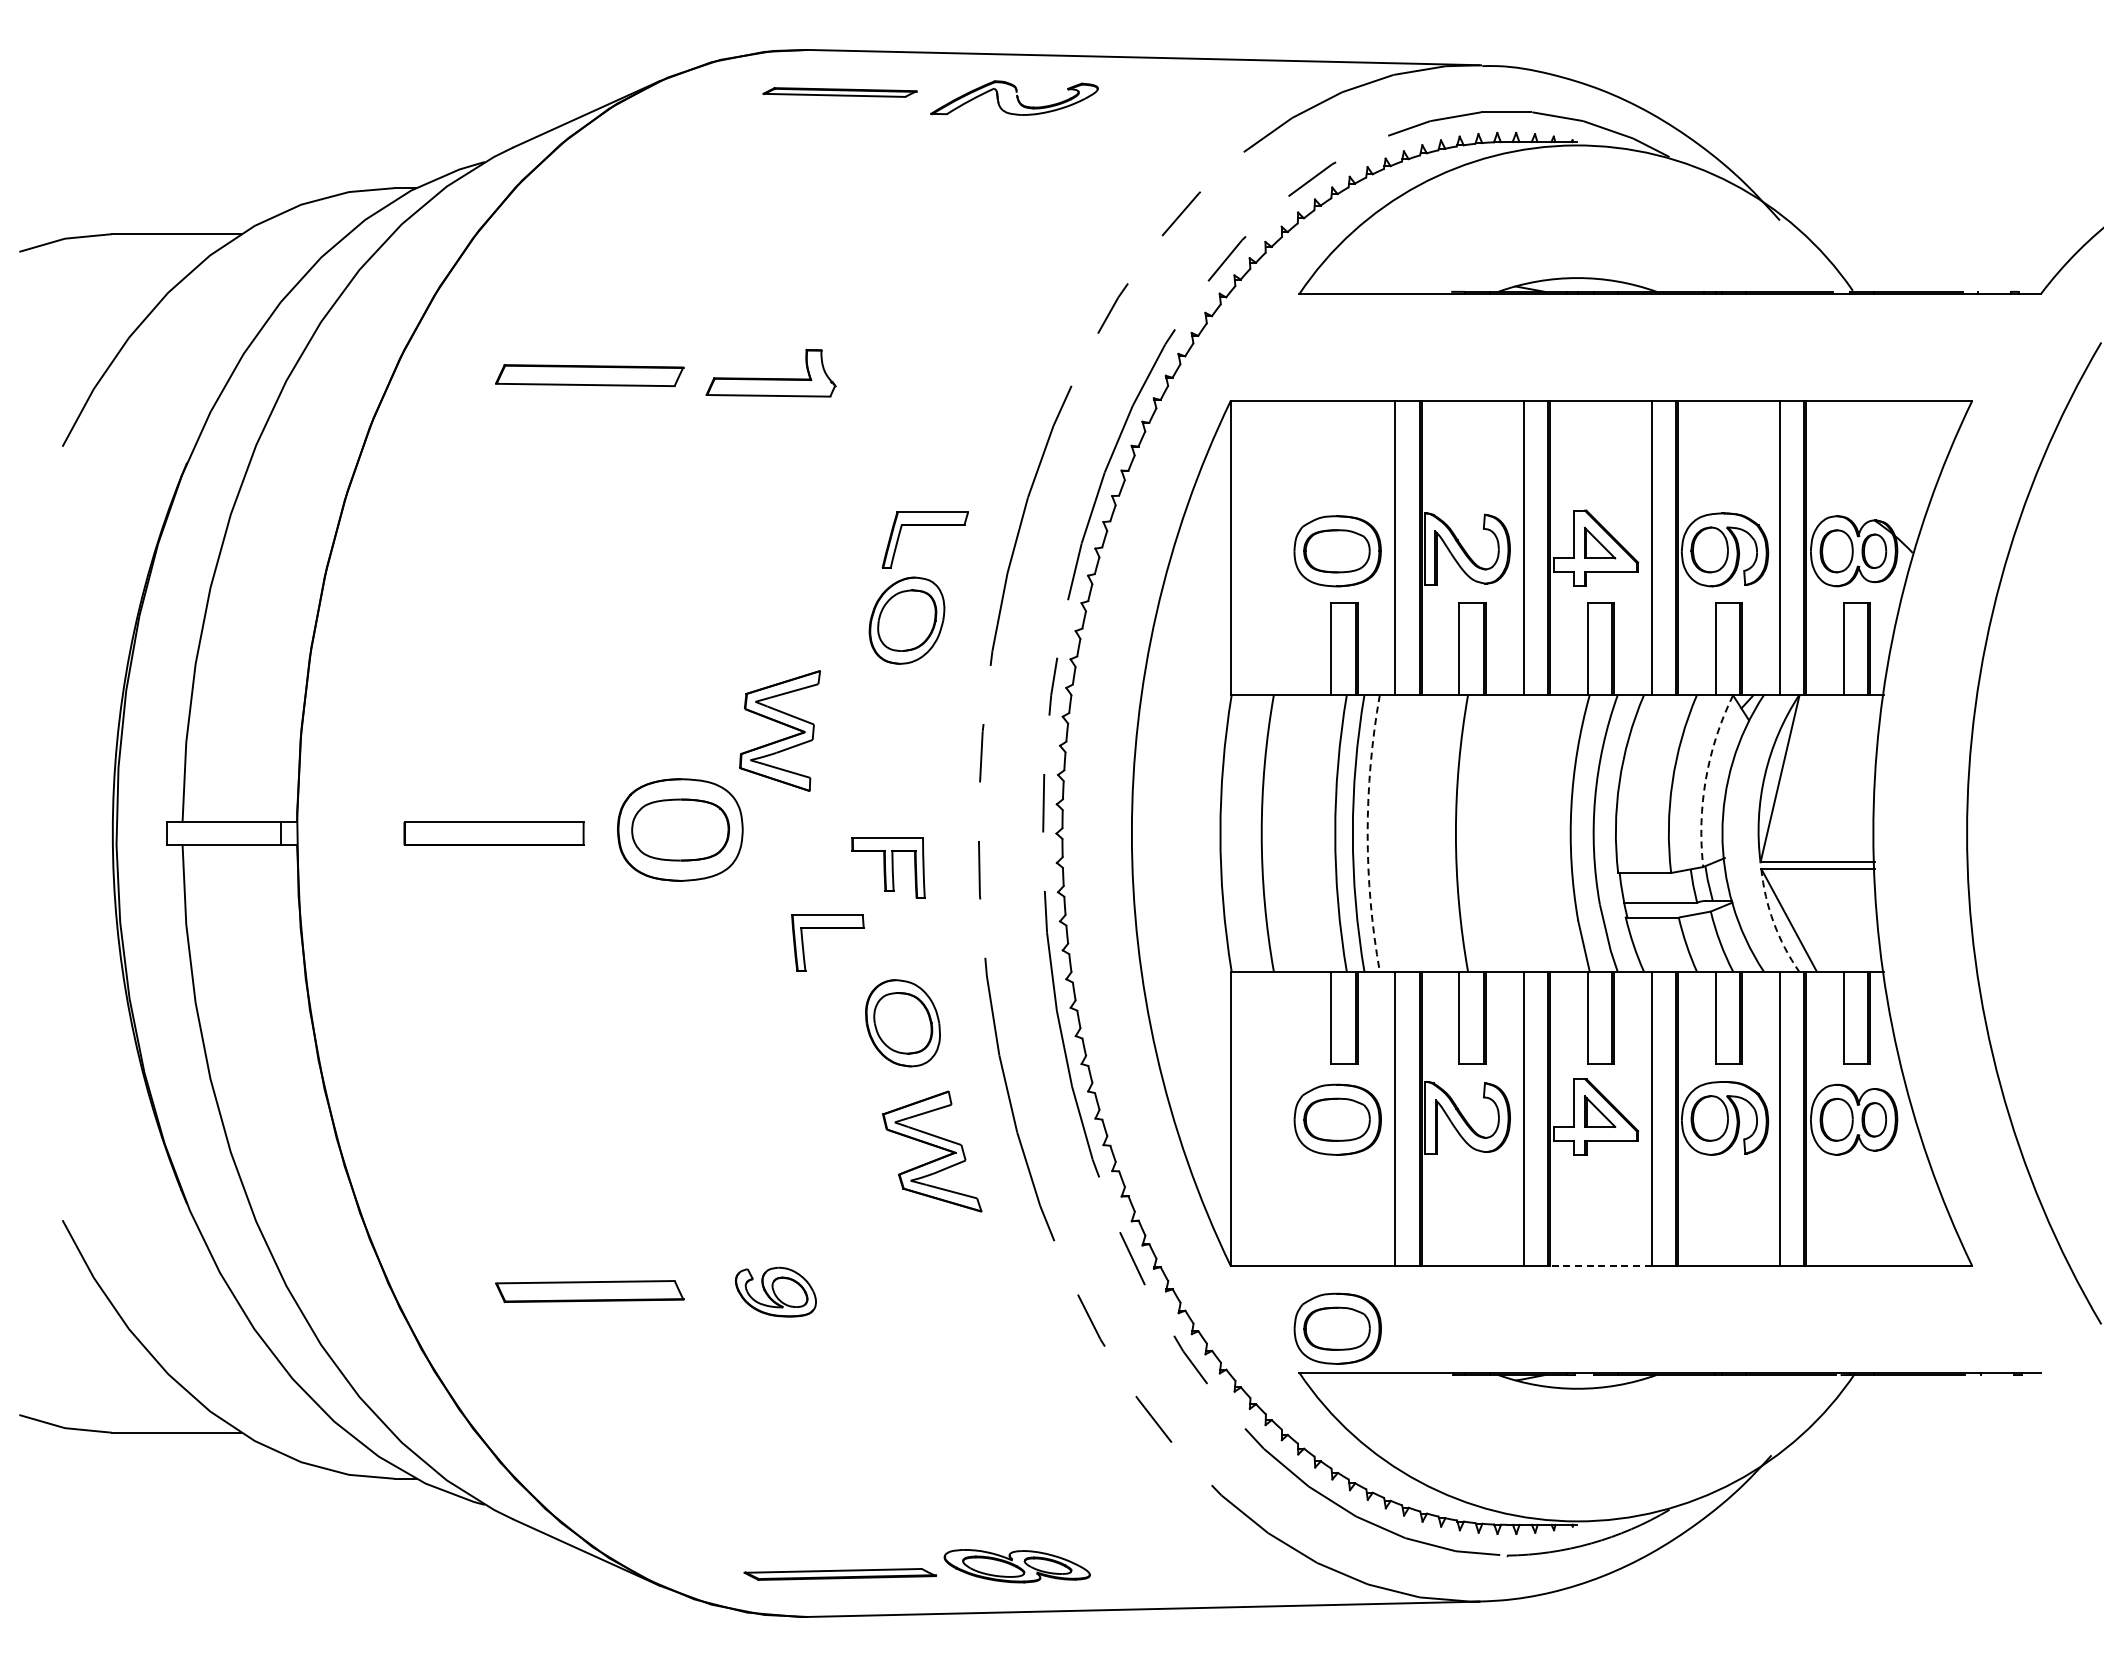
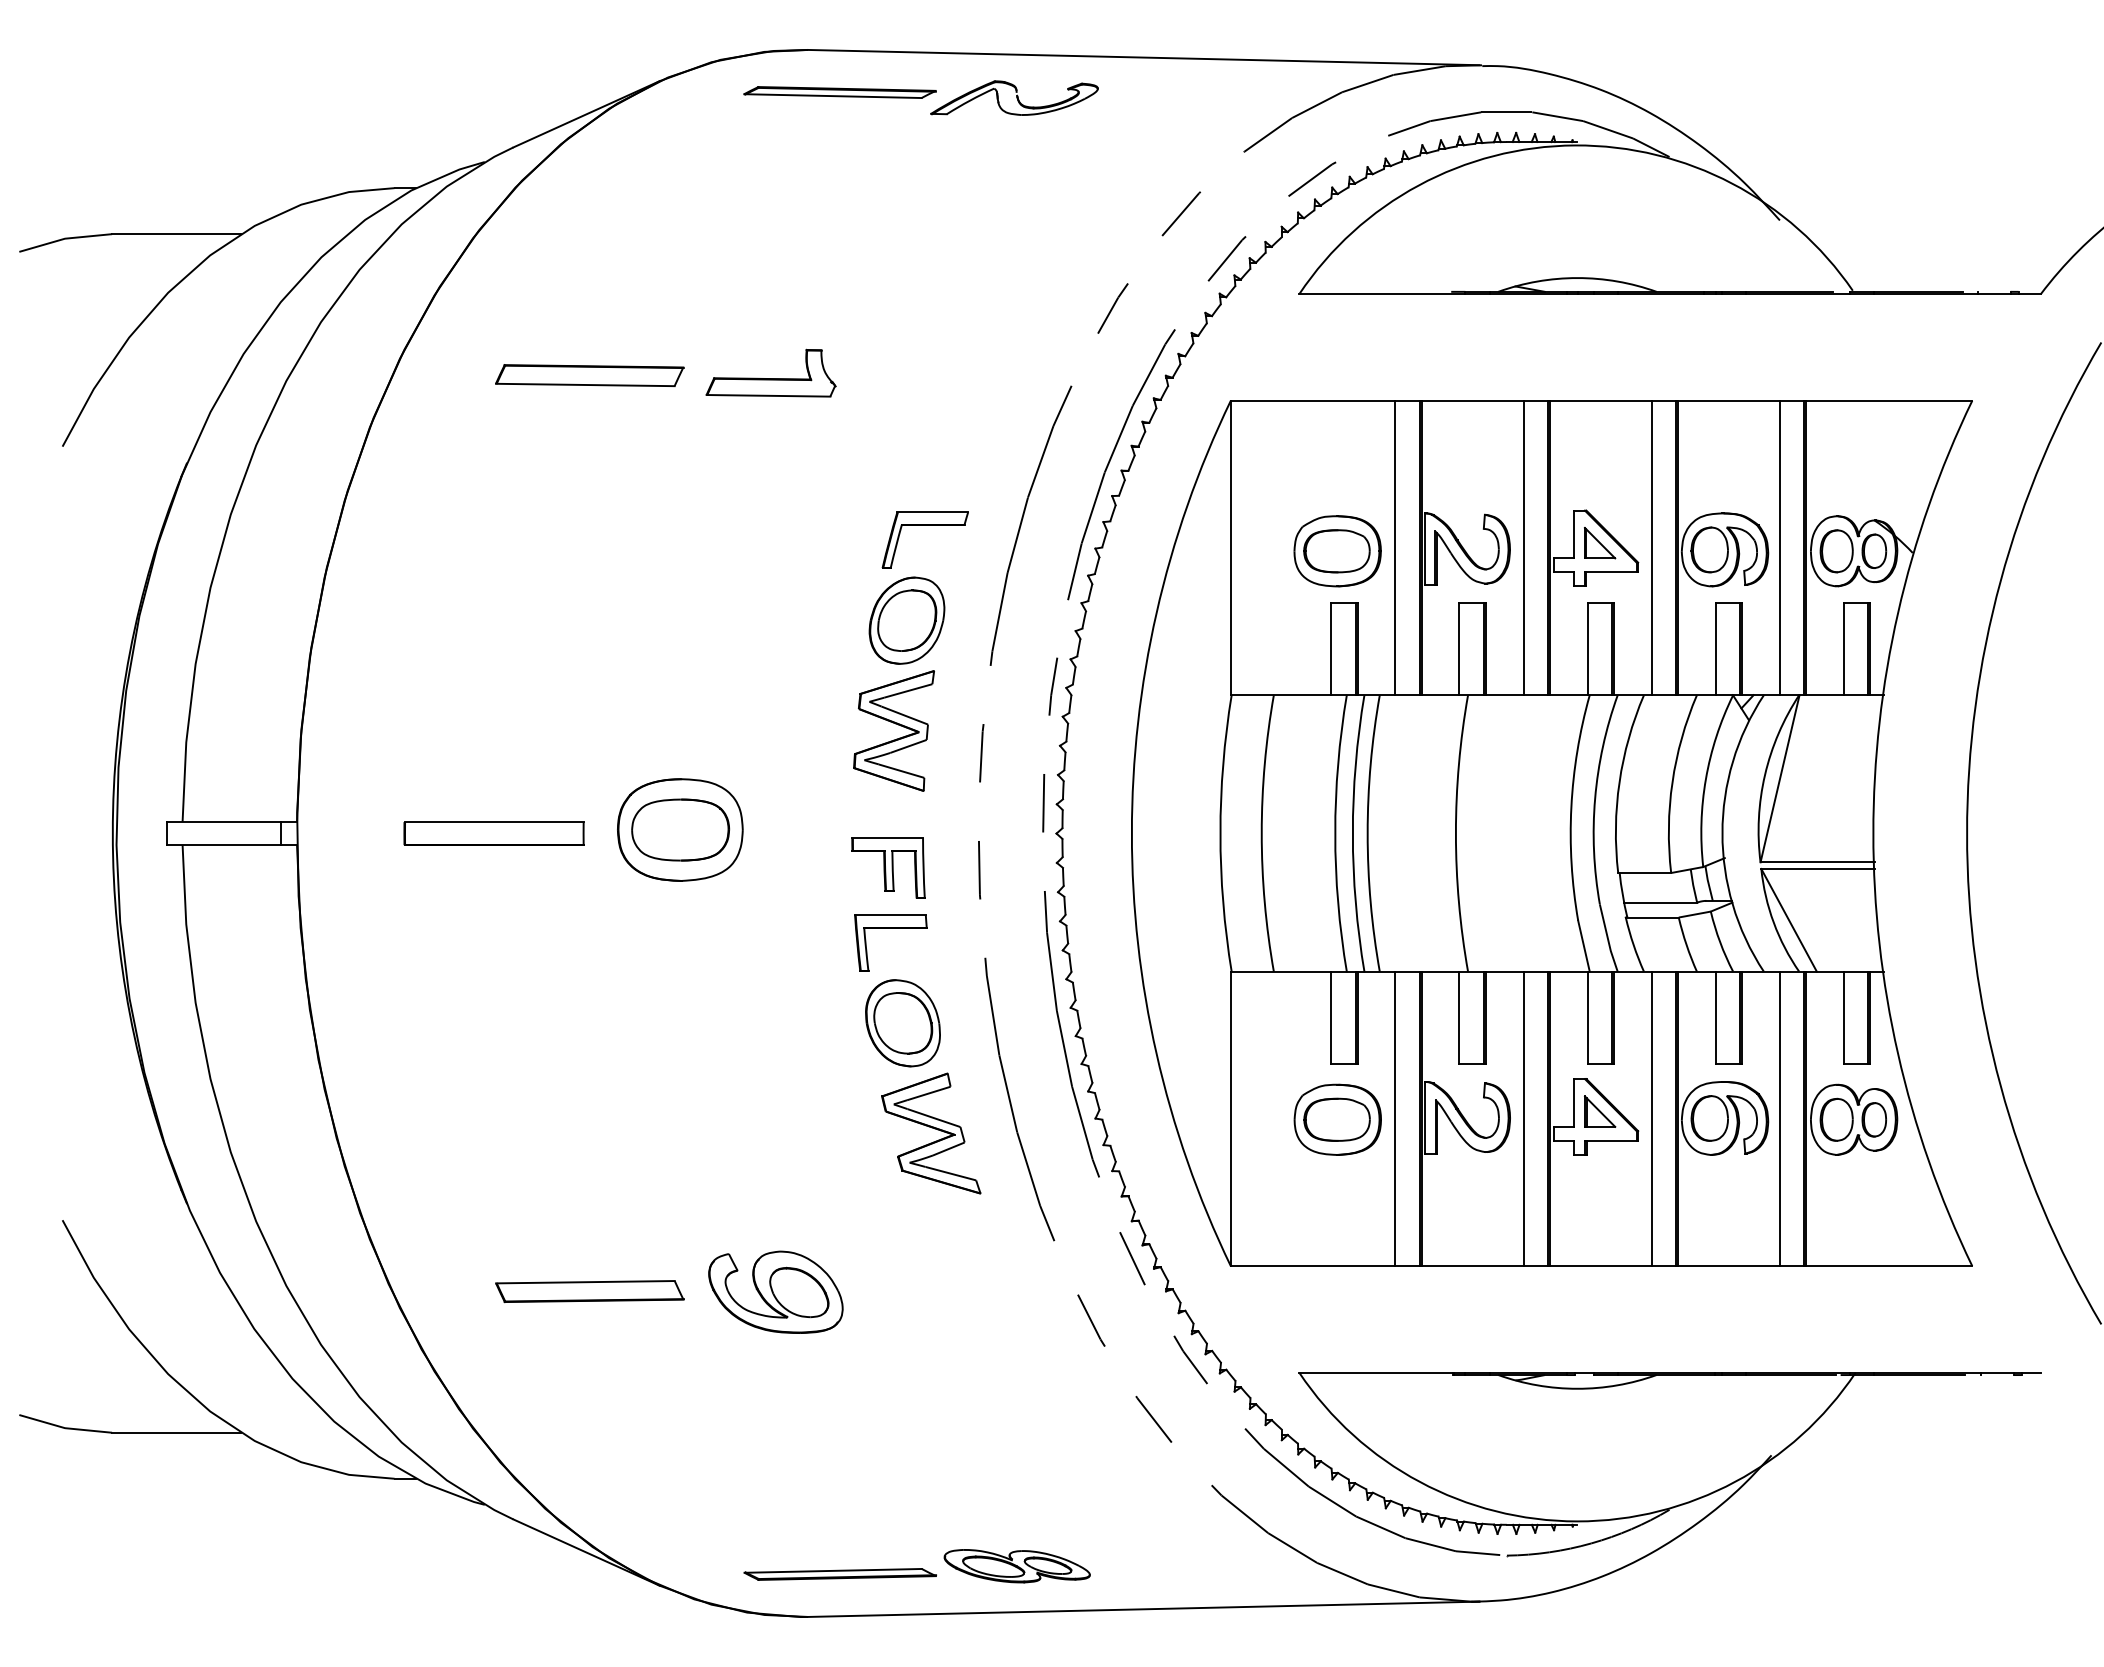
part at (839, 92) size: 156x11 px -> 194x13 px
part at (781, 724) position: (781, 724) -> (895, 724)
arc at (1705, 779): dashed -> solid
arc at (1367, 833): dashed -> solid
arc at (1773, 922): dashed -> solid
part at (827, 928) position: (827, 928) -> (890, 928)
part at (932, 1151) position: (932, 1151) -> (931, 1133)
line at (1600, 1266): dashed -> solid
part at (775, 1291) size: 82x52 px -> 136x84 px
part at (1337, 1328): present -> none
